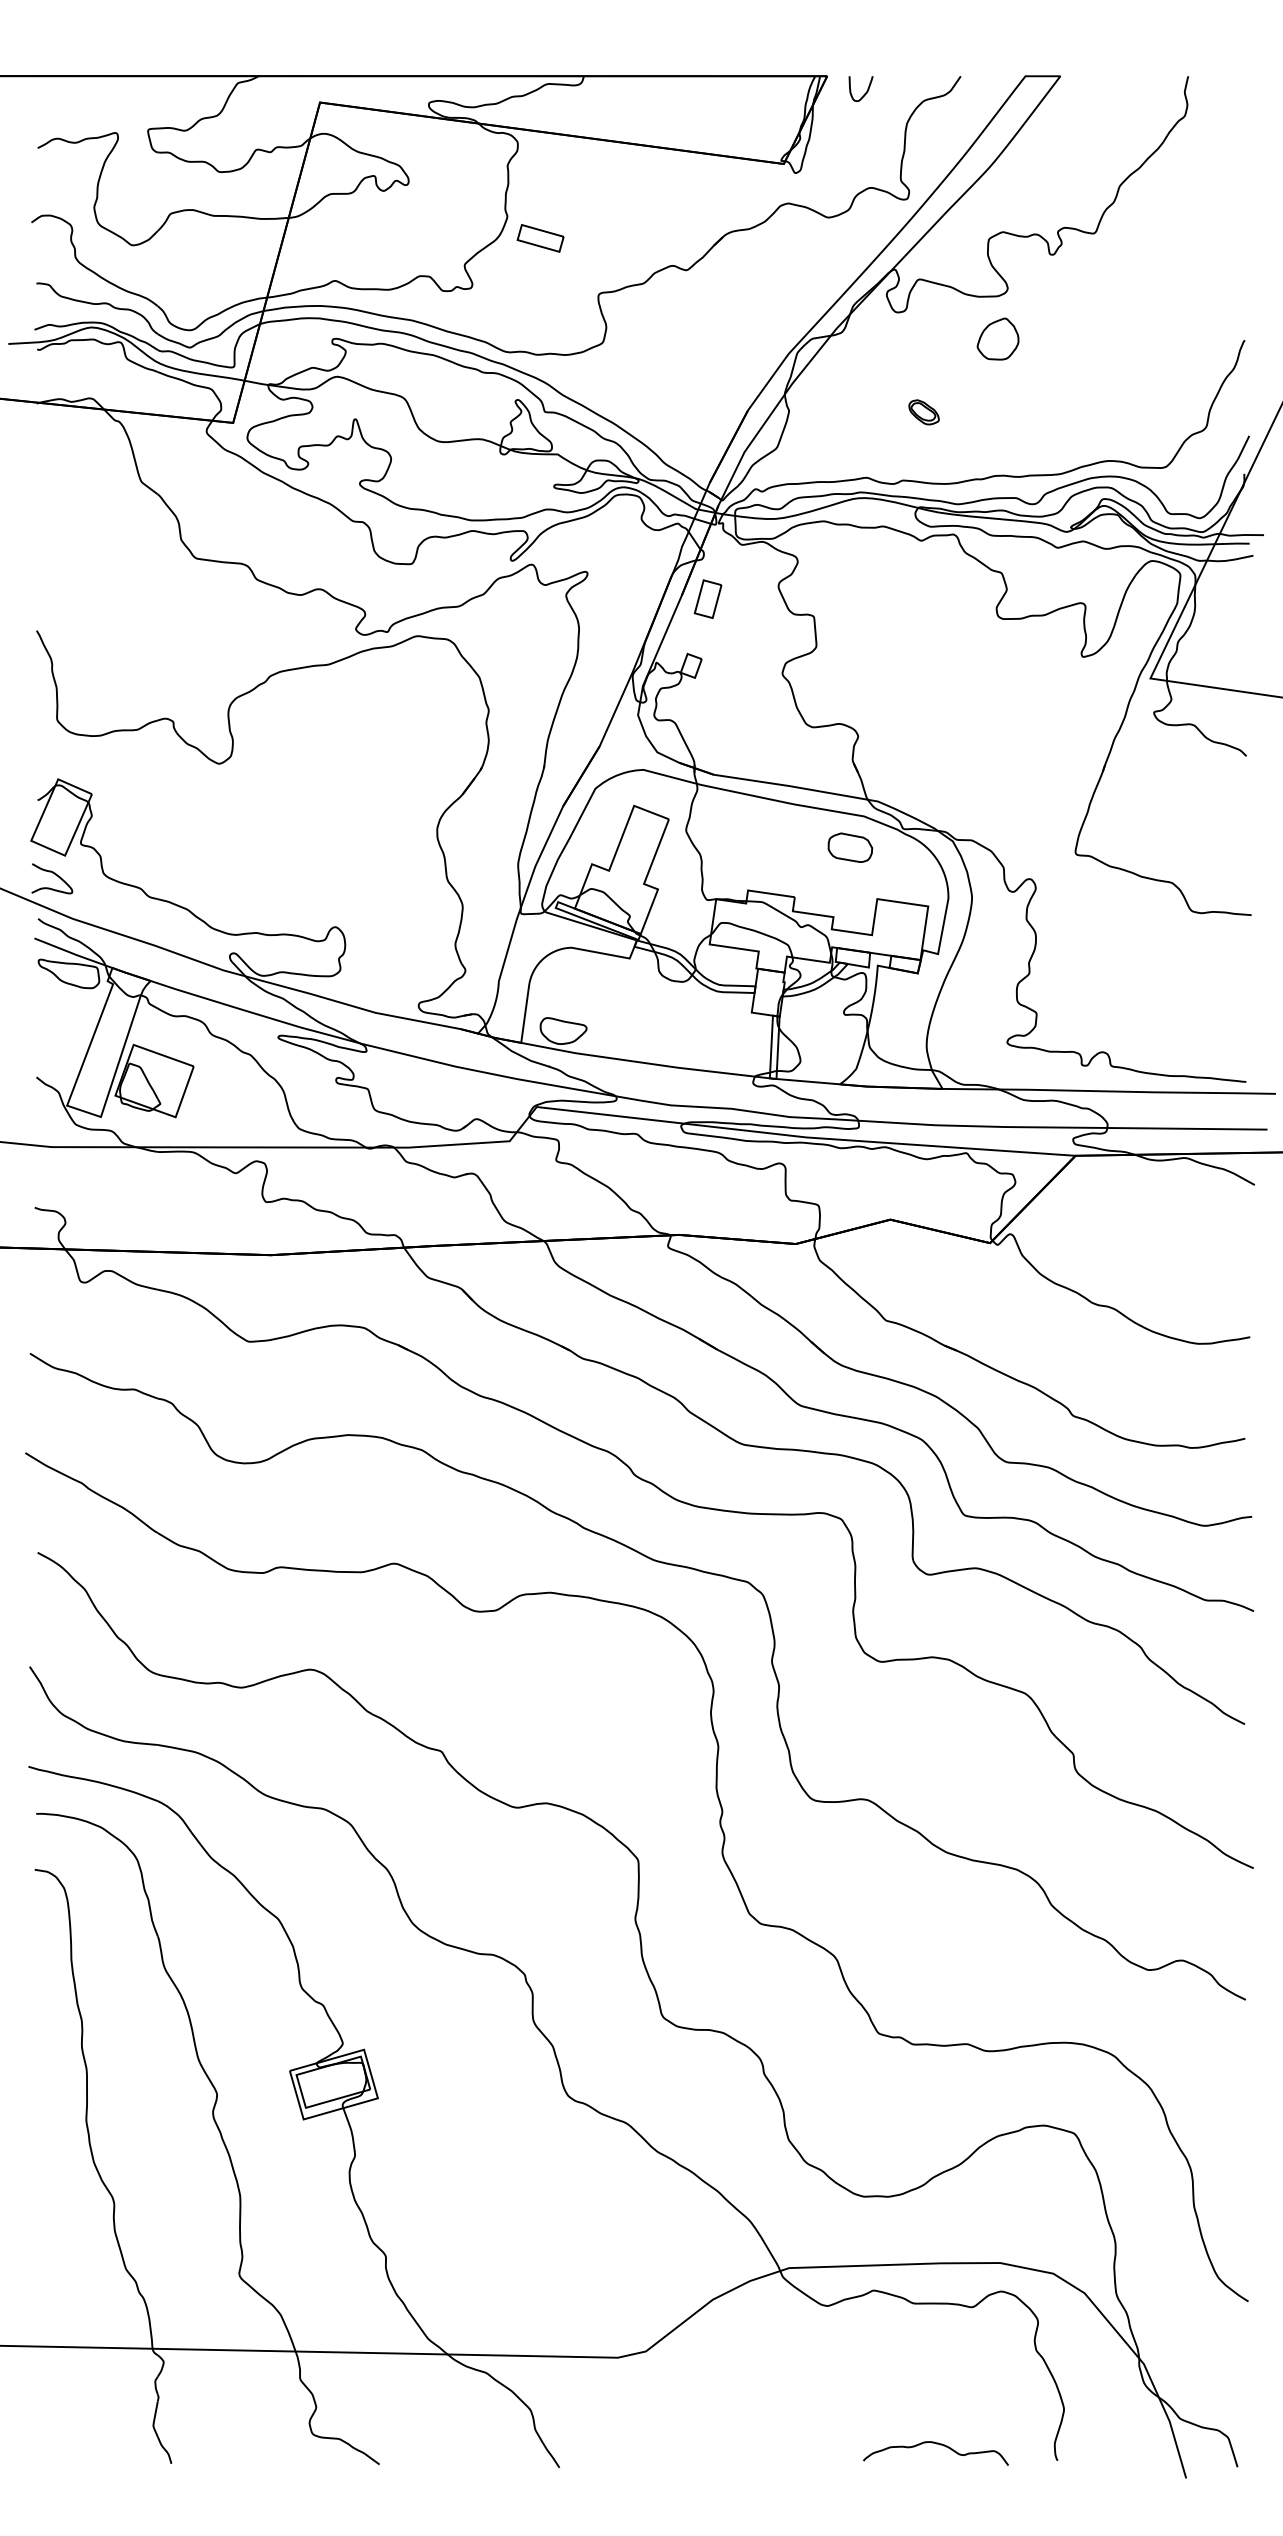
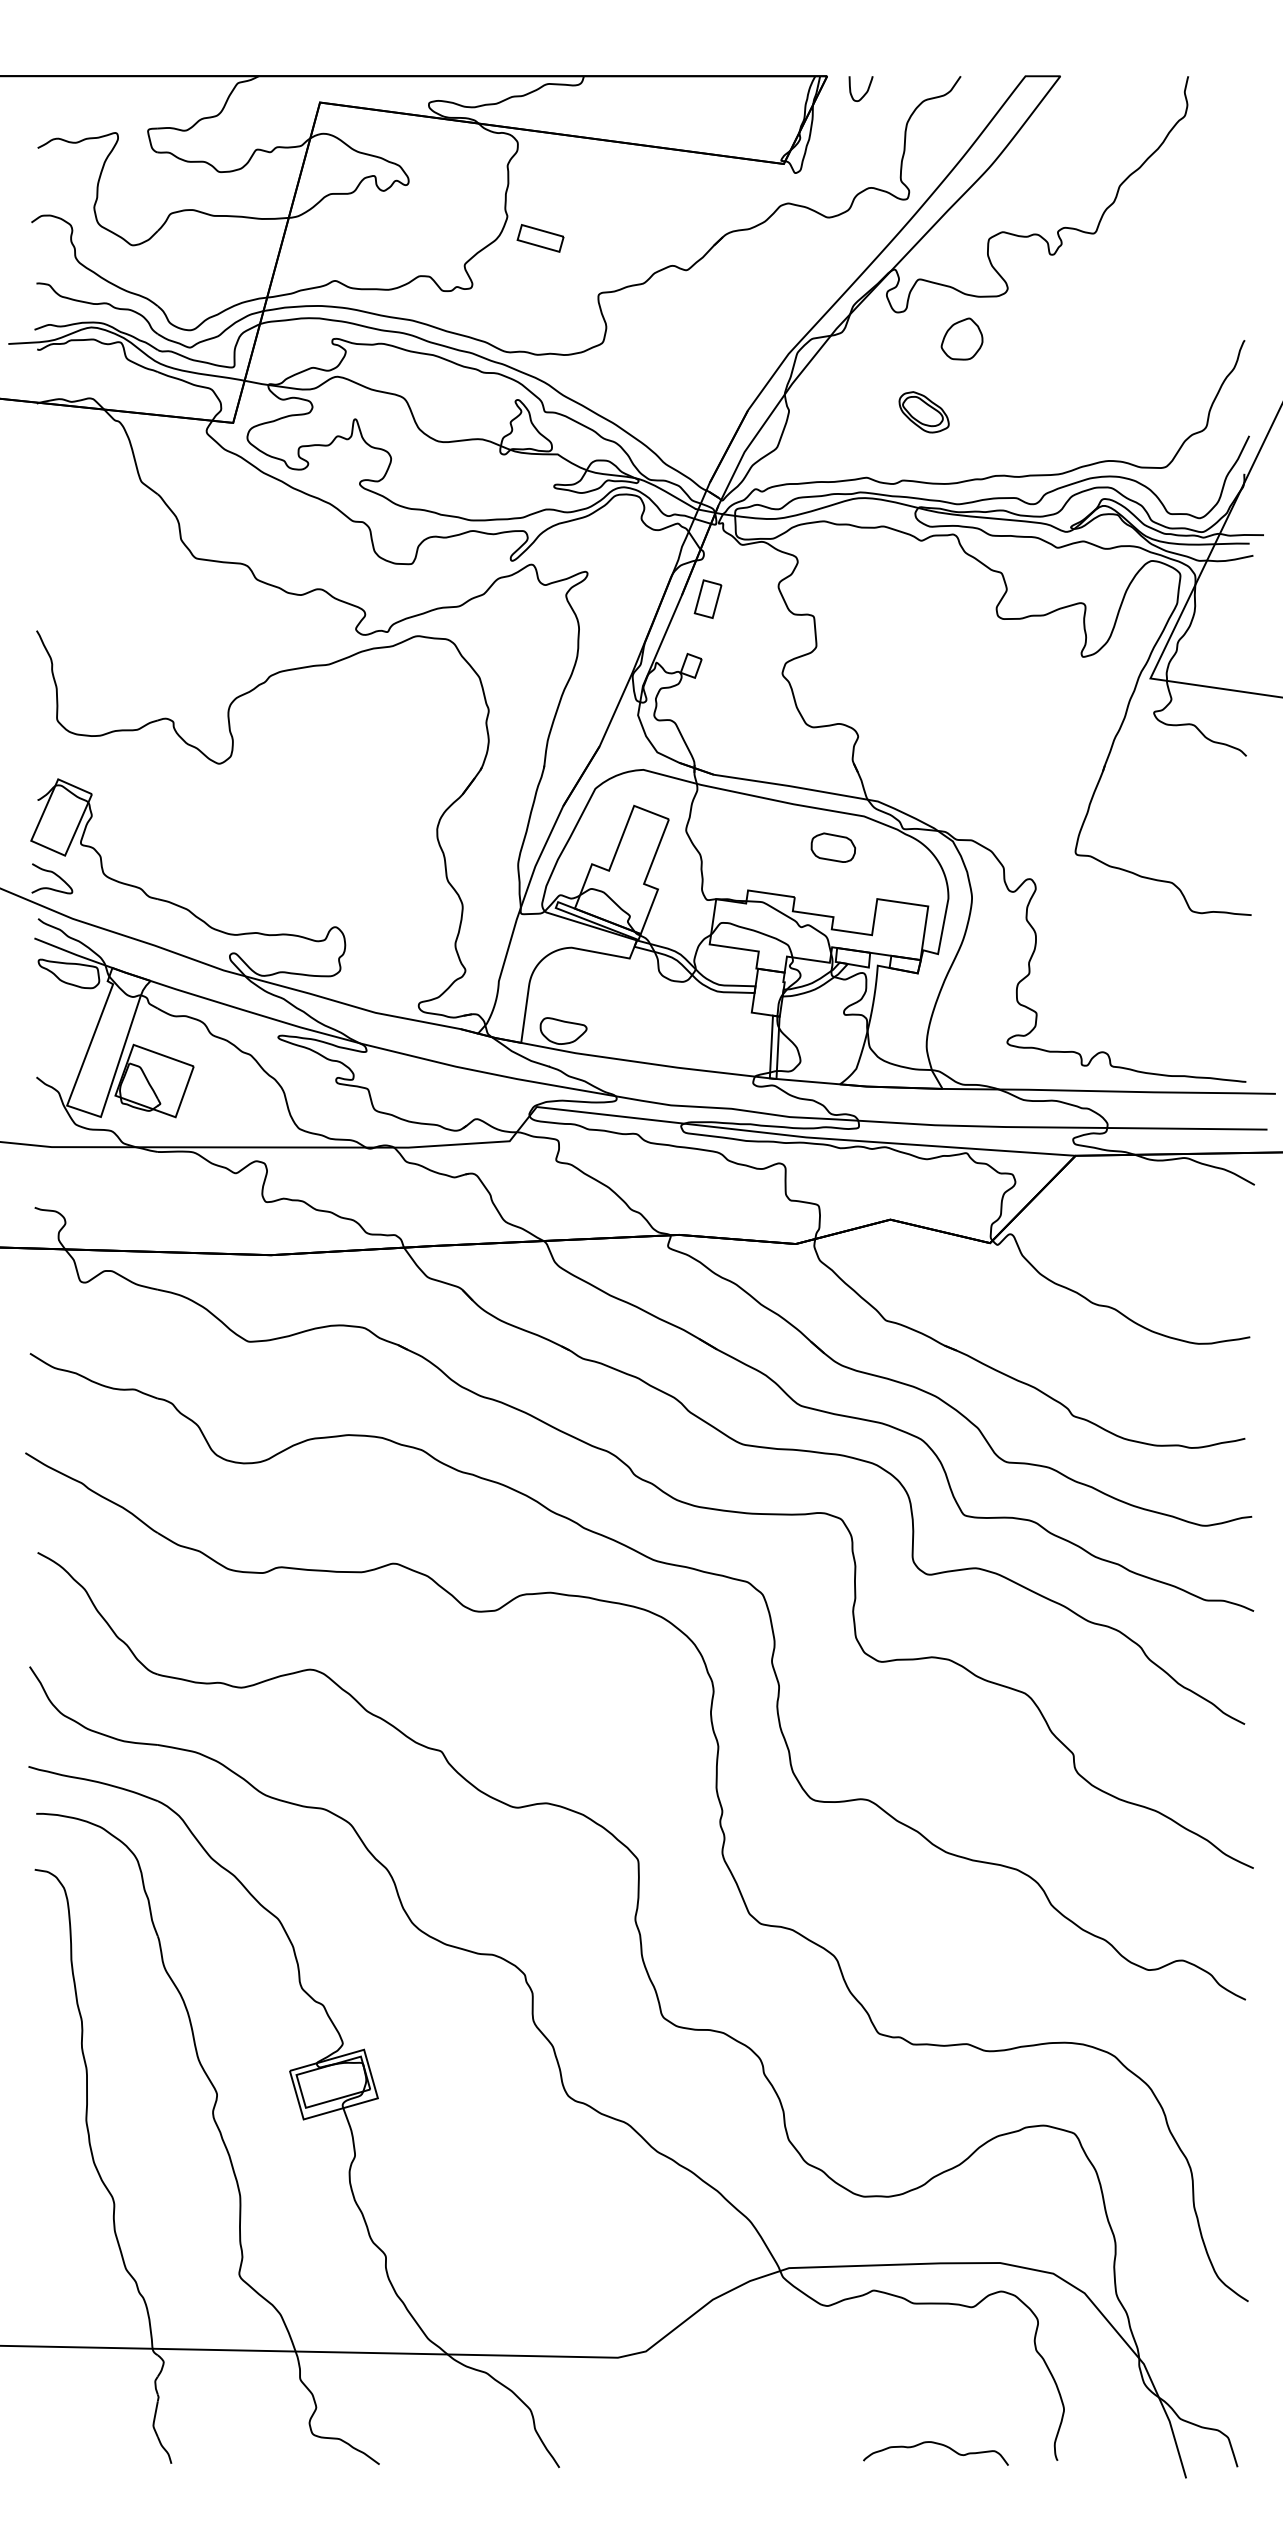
part at (997, 338) position: (997, 338) -> (961, 338)
part at (923, 412) size: 32x27 px -> 52x43 px
part at (850, 847) position: (850, 847) -> (833, 847)
